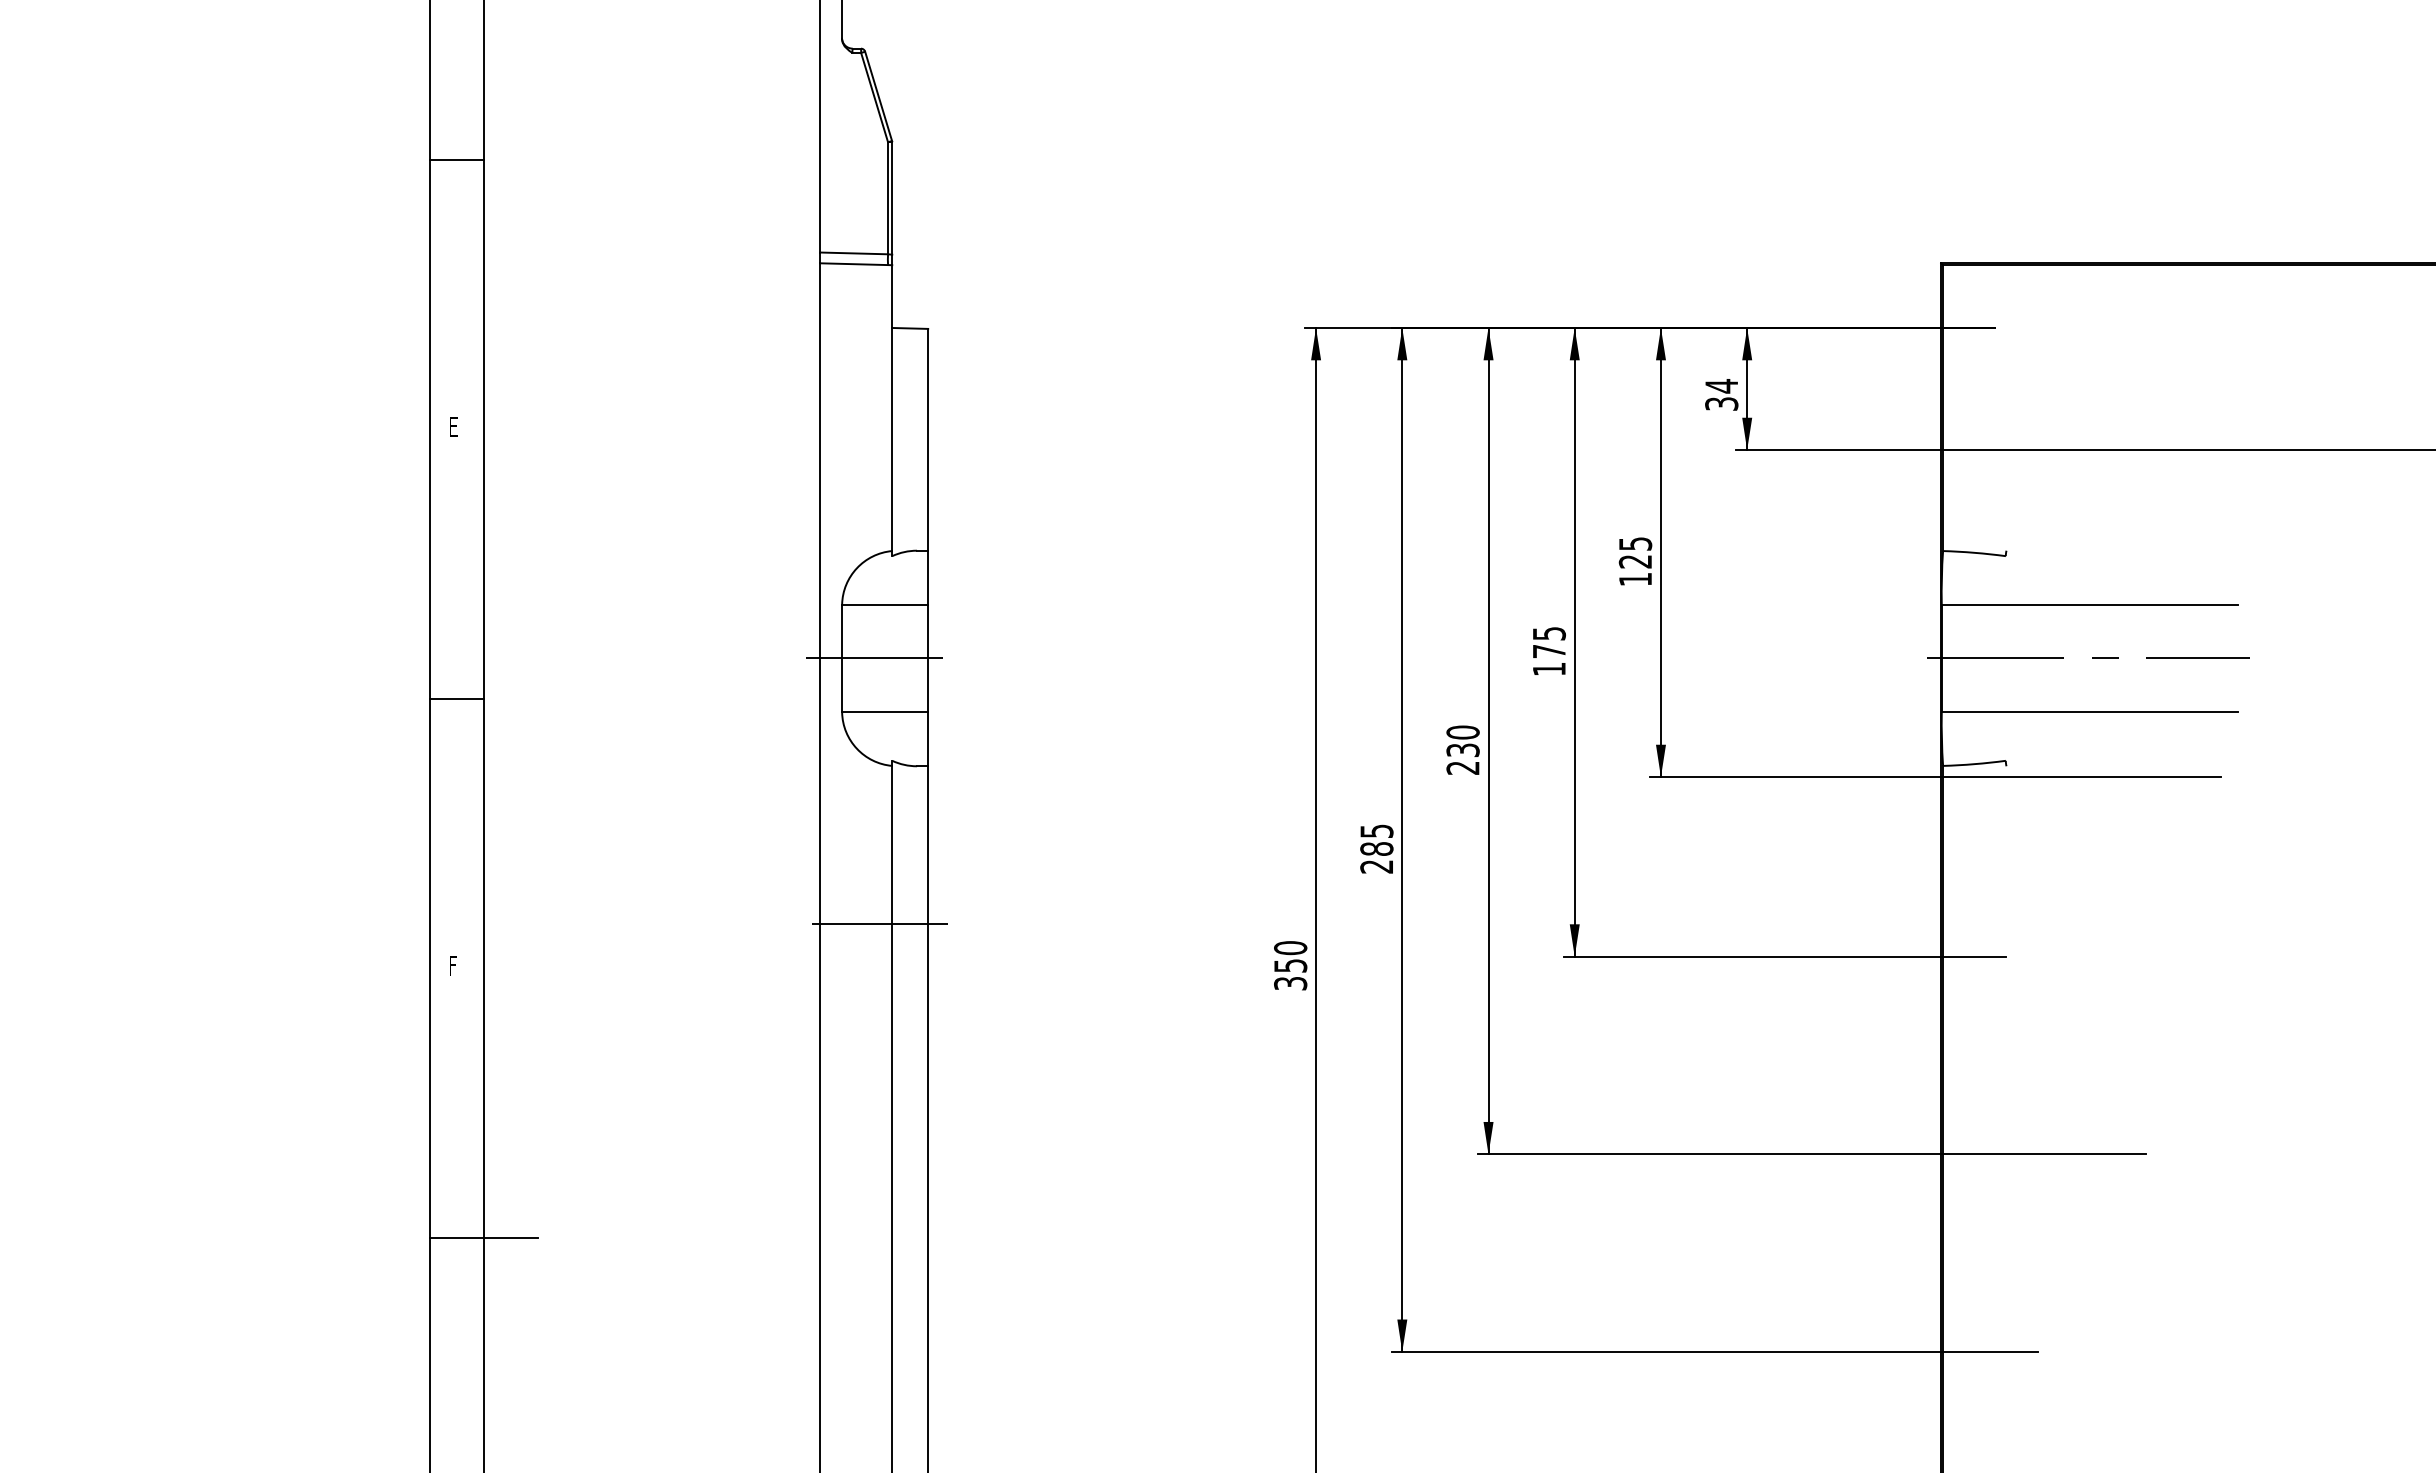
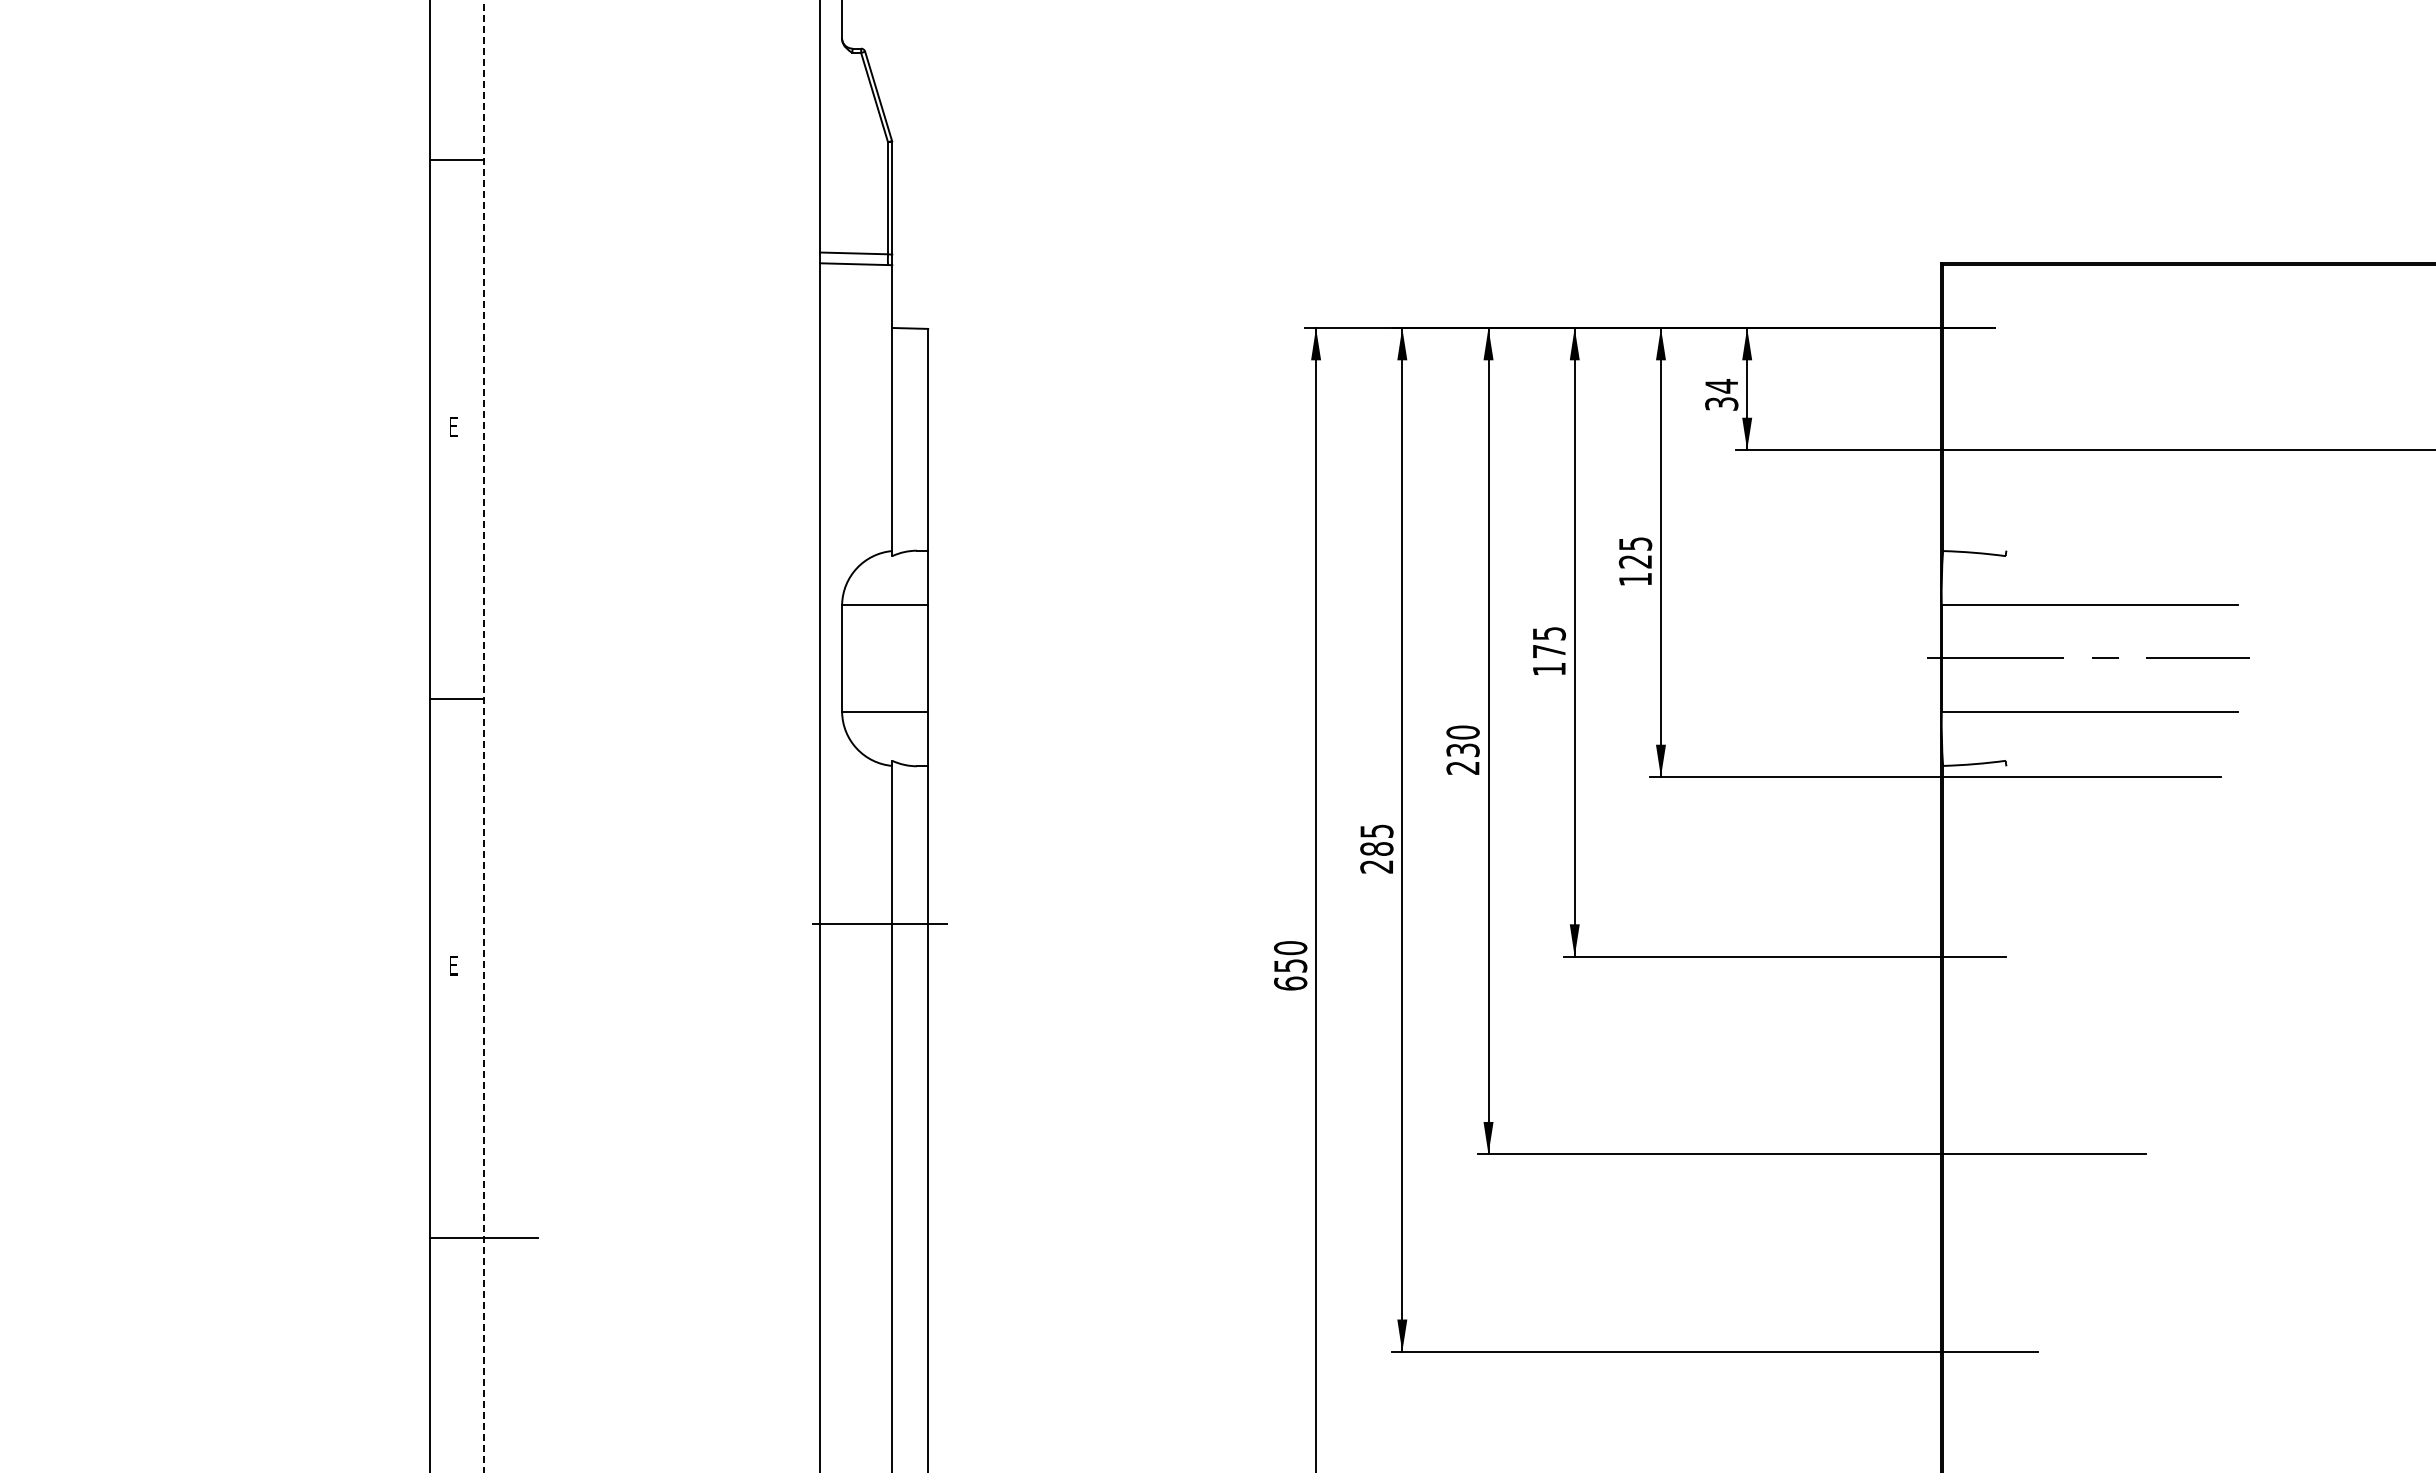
line at (877, 658): present -> none
line at (484, 737): solid -> dashed
text at (454, 965): F -> E
text at (1290, 983): 350 -> 650
